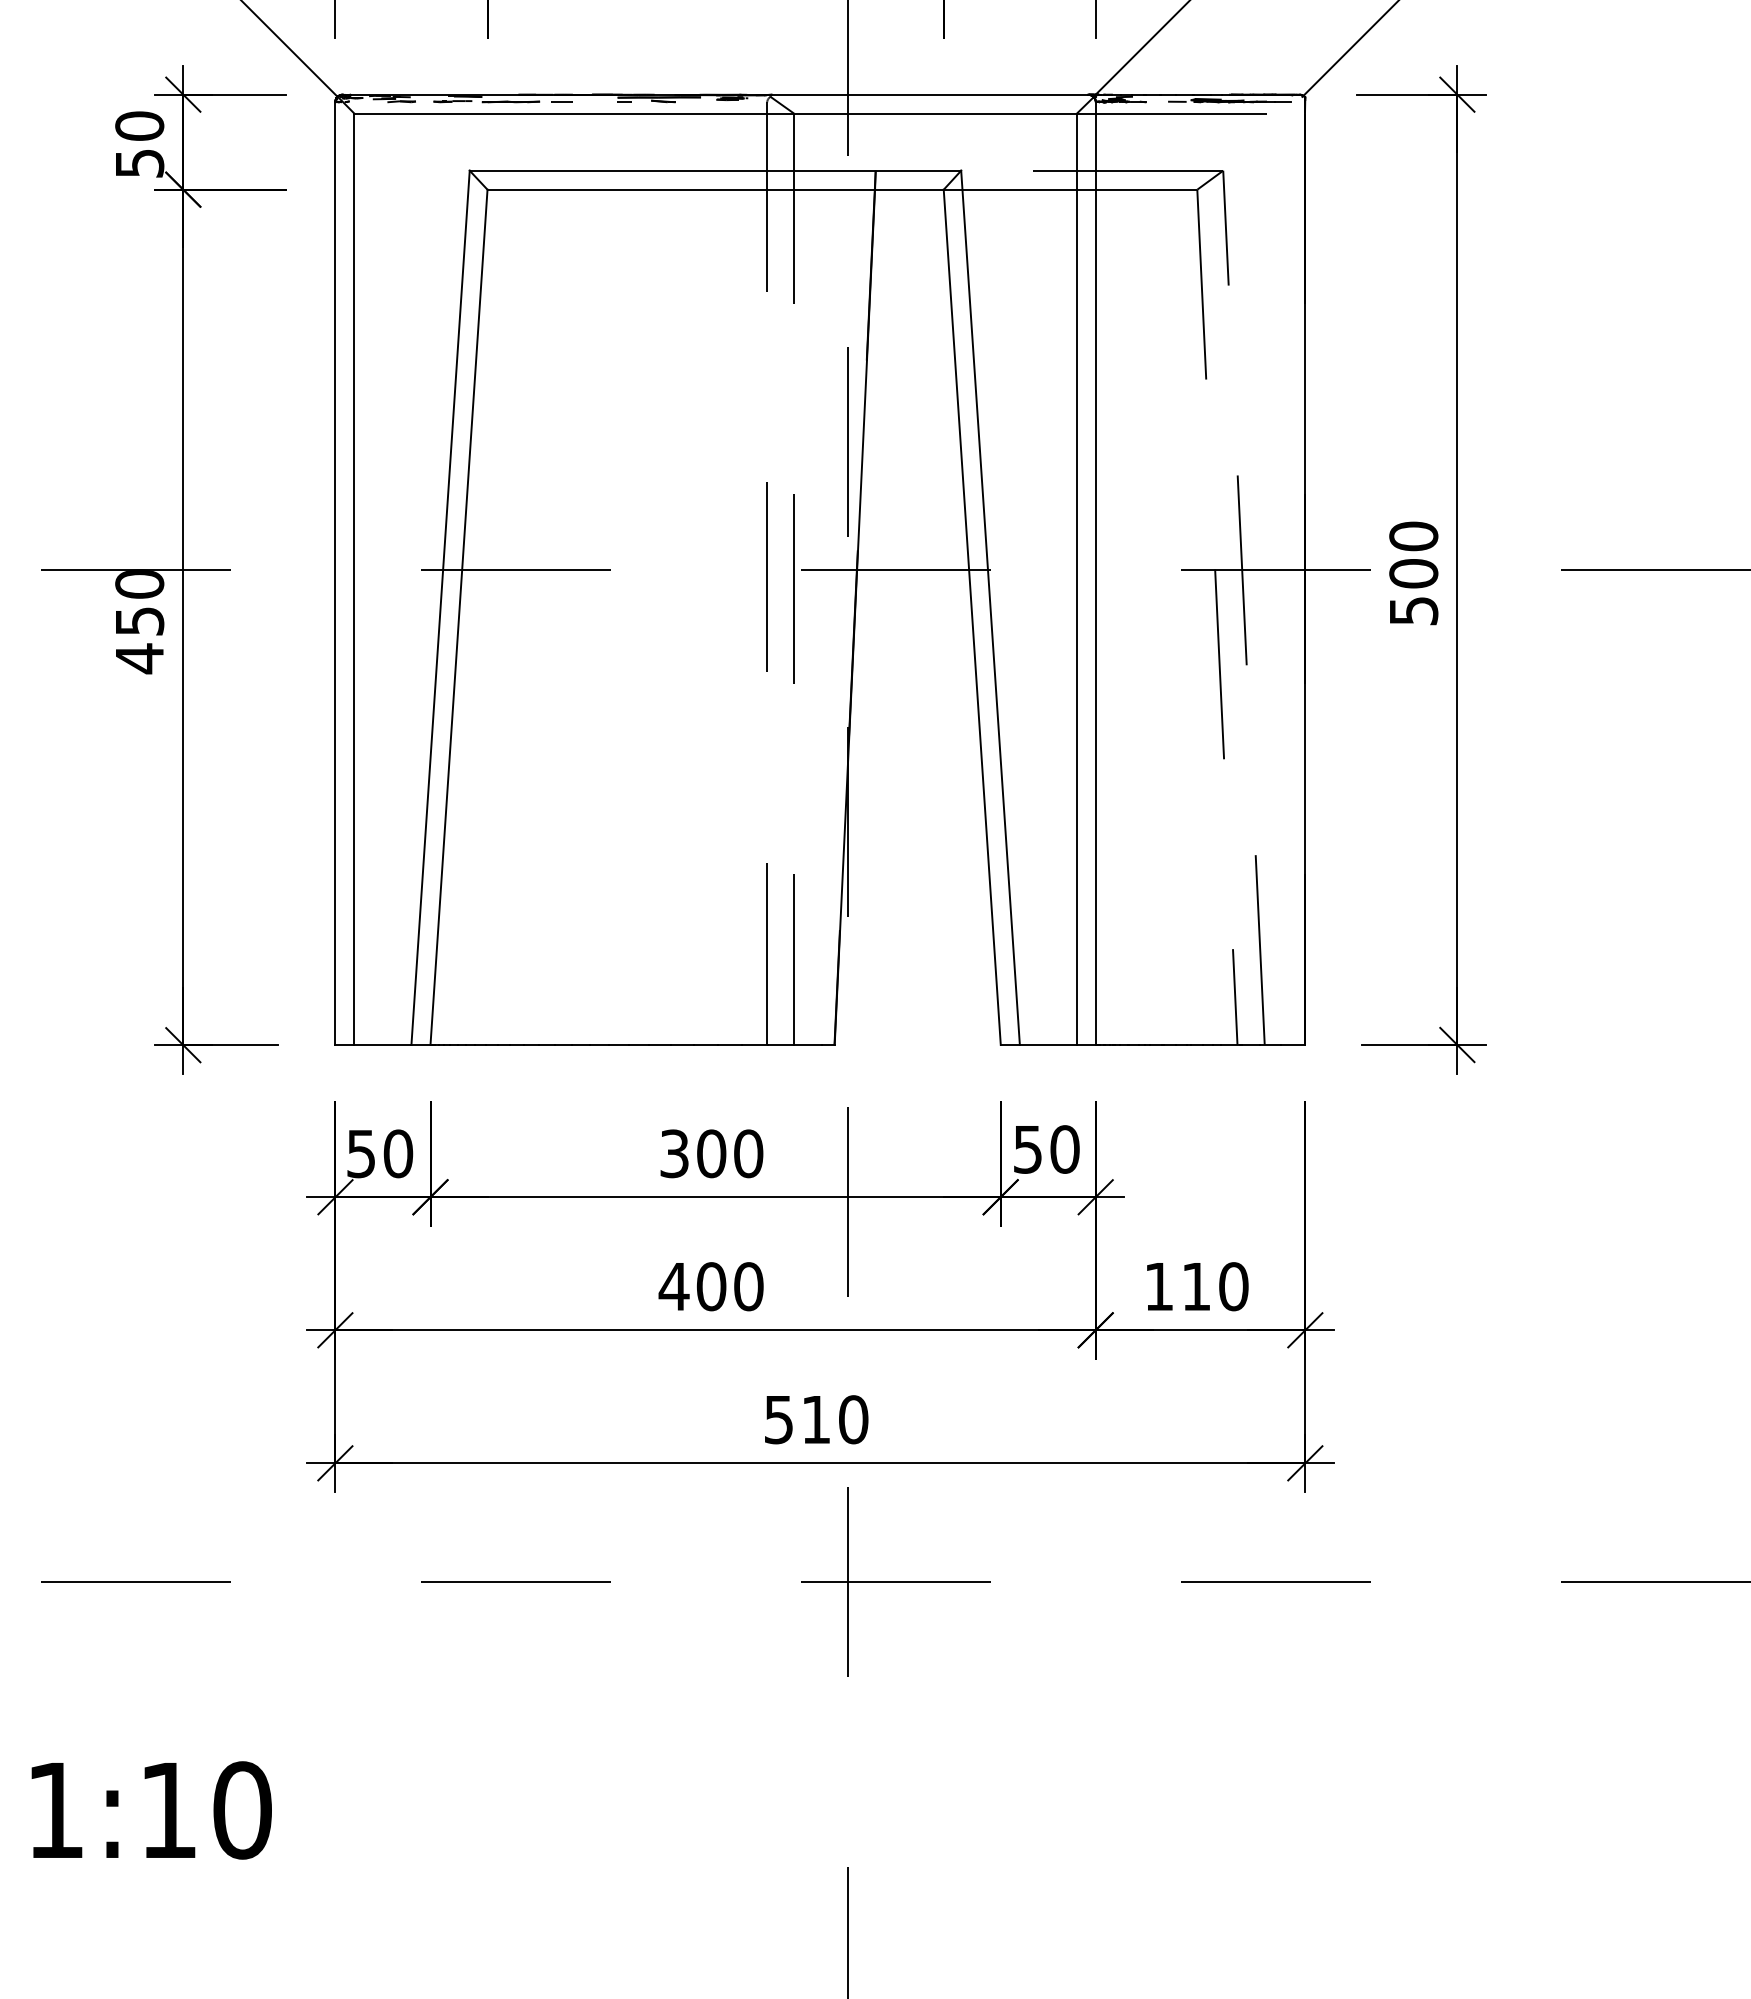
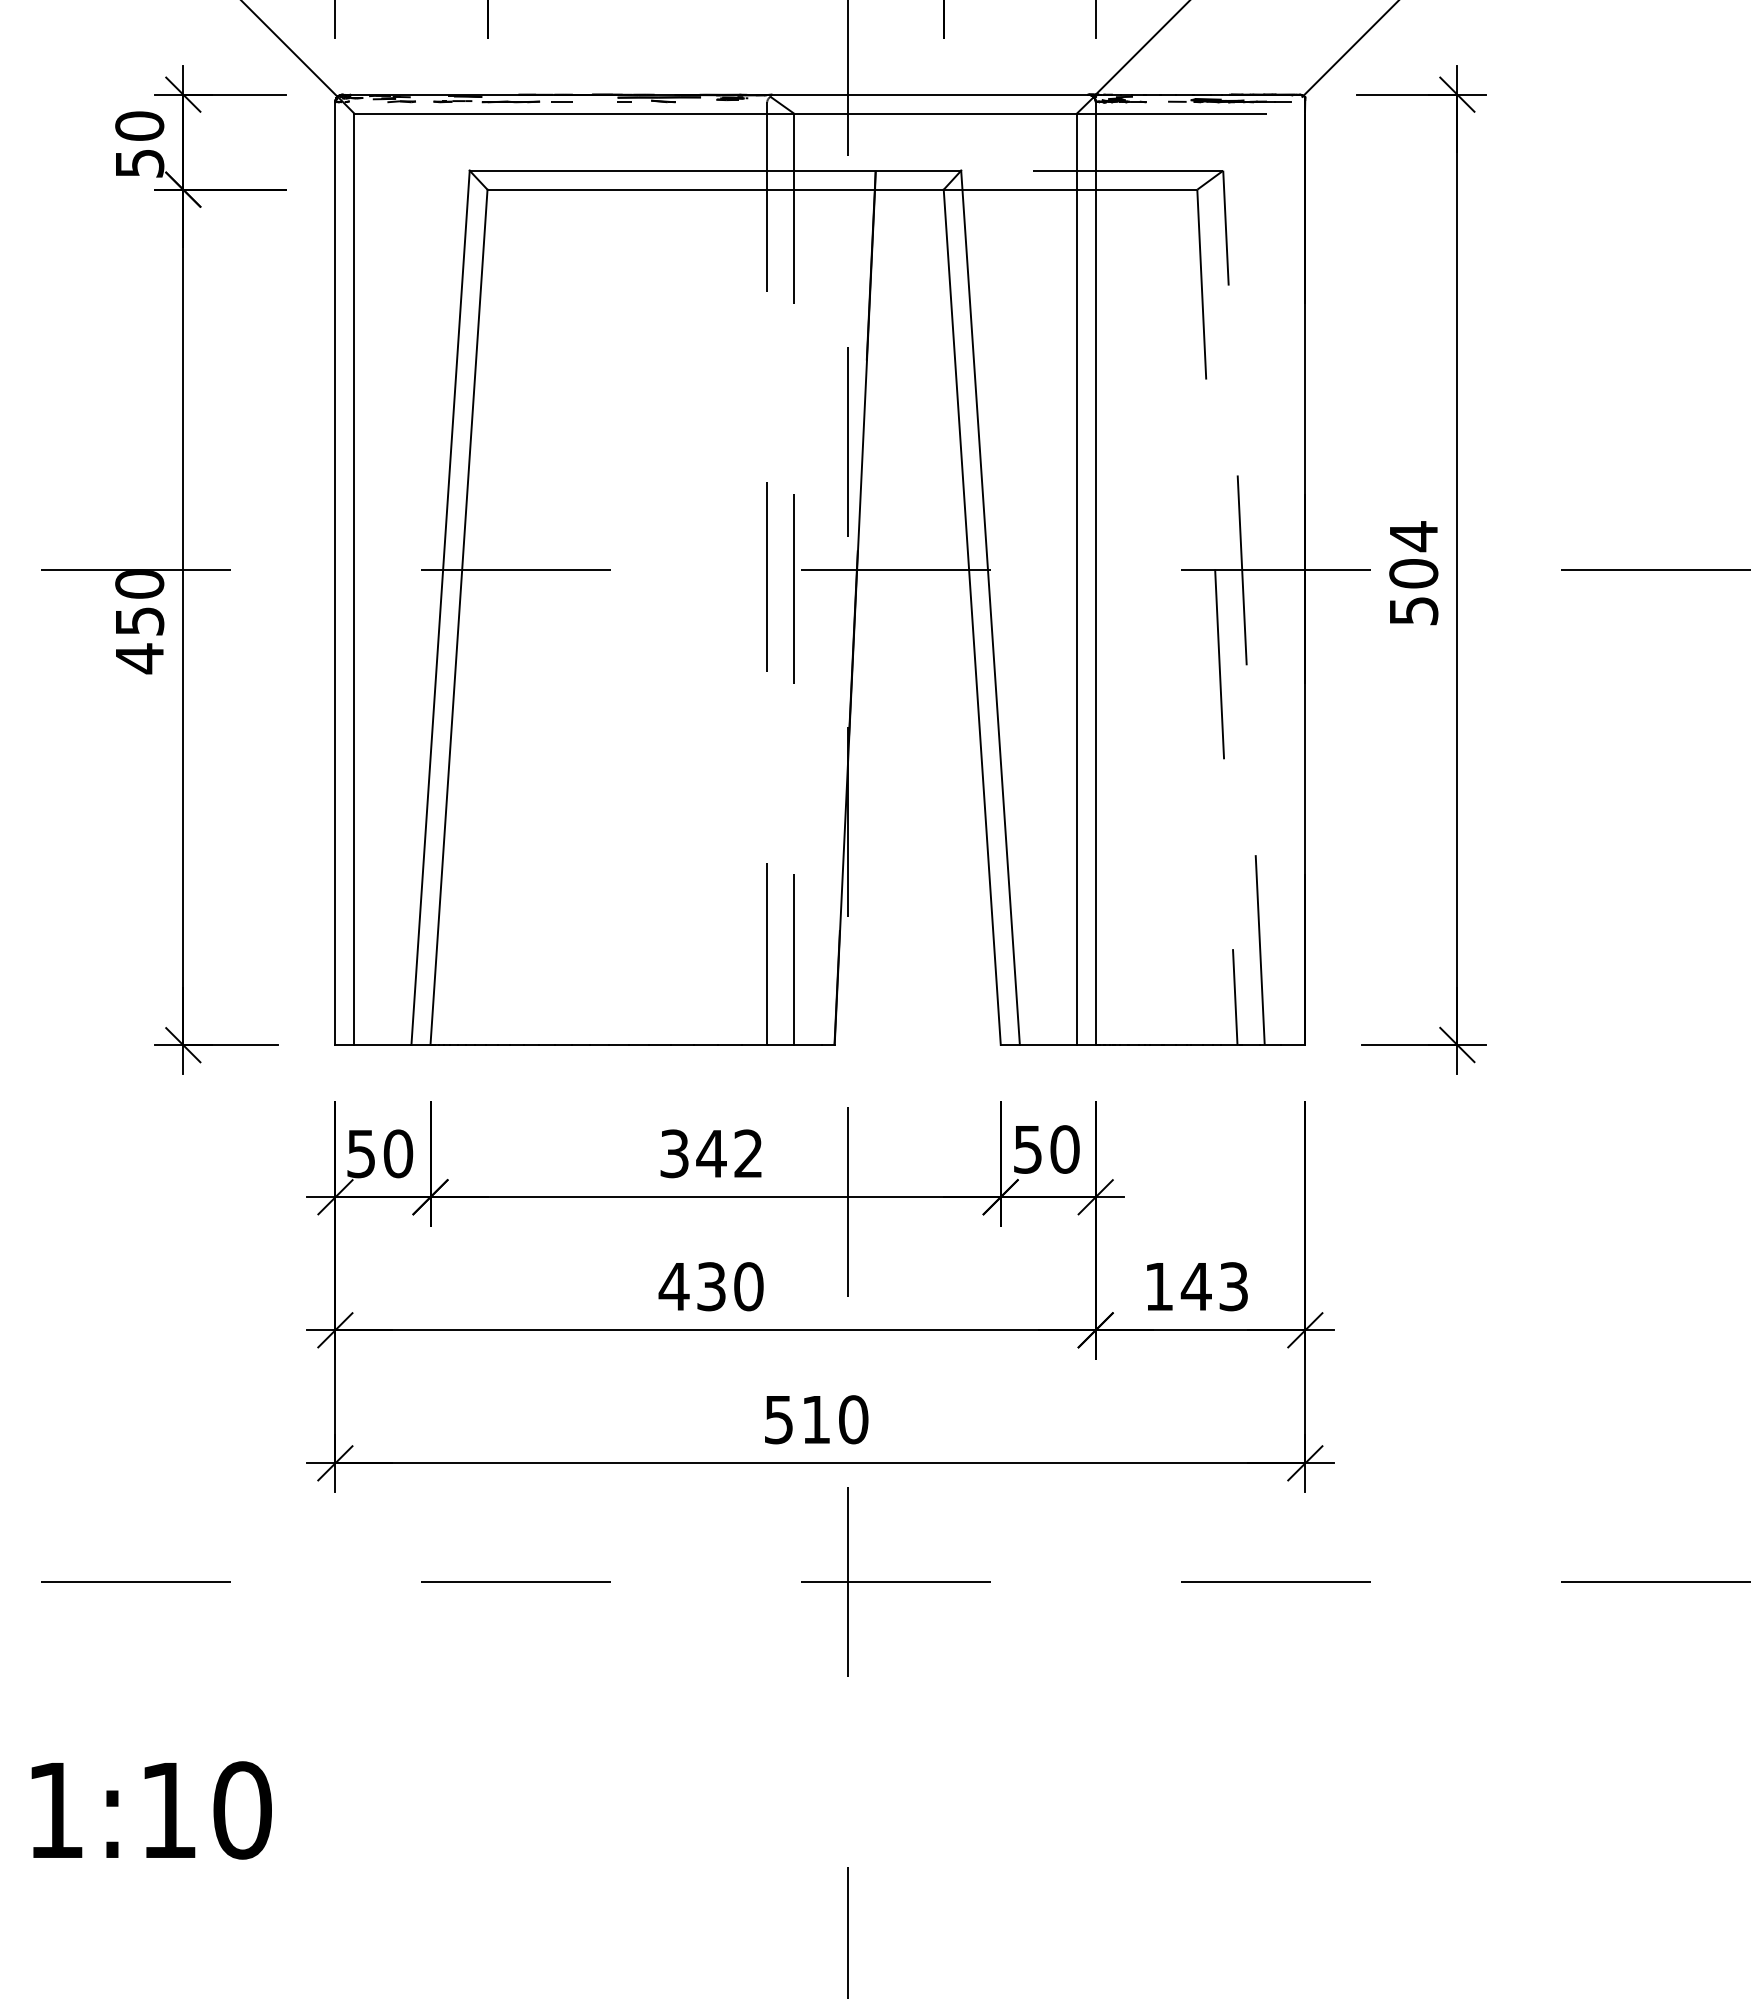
text at (1413, 536): 500 -> 504
text at (729, 1153): 300 -> 342
text at (711, 1286): 400 -> 430
text at (1214, 1286): 110 -> 143
